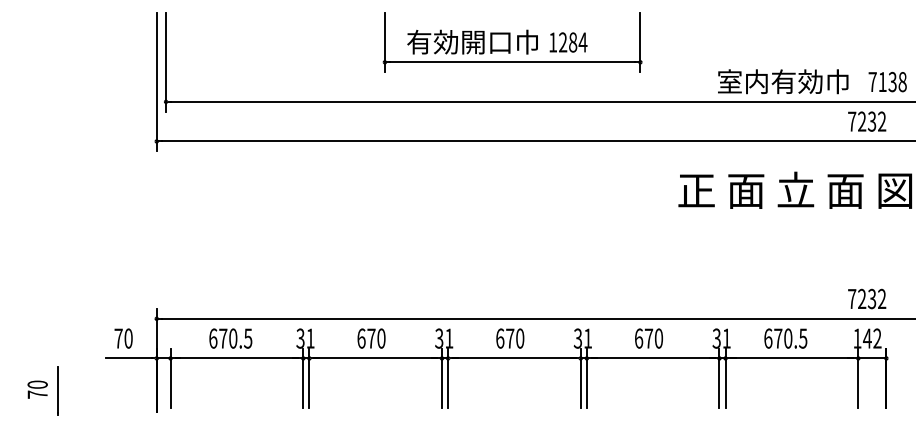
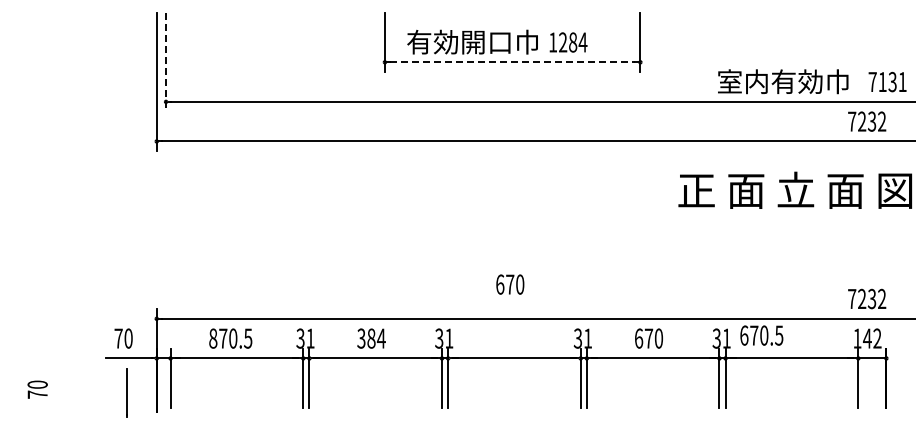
line at (166, 62): solid -> dashed
line at (512, 62): solid -> dashed
text at (902, 82): 7138 -> 7131
text at (213, 338): 670.5 -> 870.5
text at (371, 338): 670 -> 384
text at (510, 338) position: (510, 338) -> (510, 284)
text at (785, 338) position: (785, 338) -> (761, 335)
line at (57, 390) position: (57, 390) -> (126, 392)
